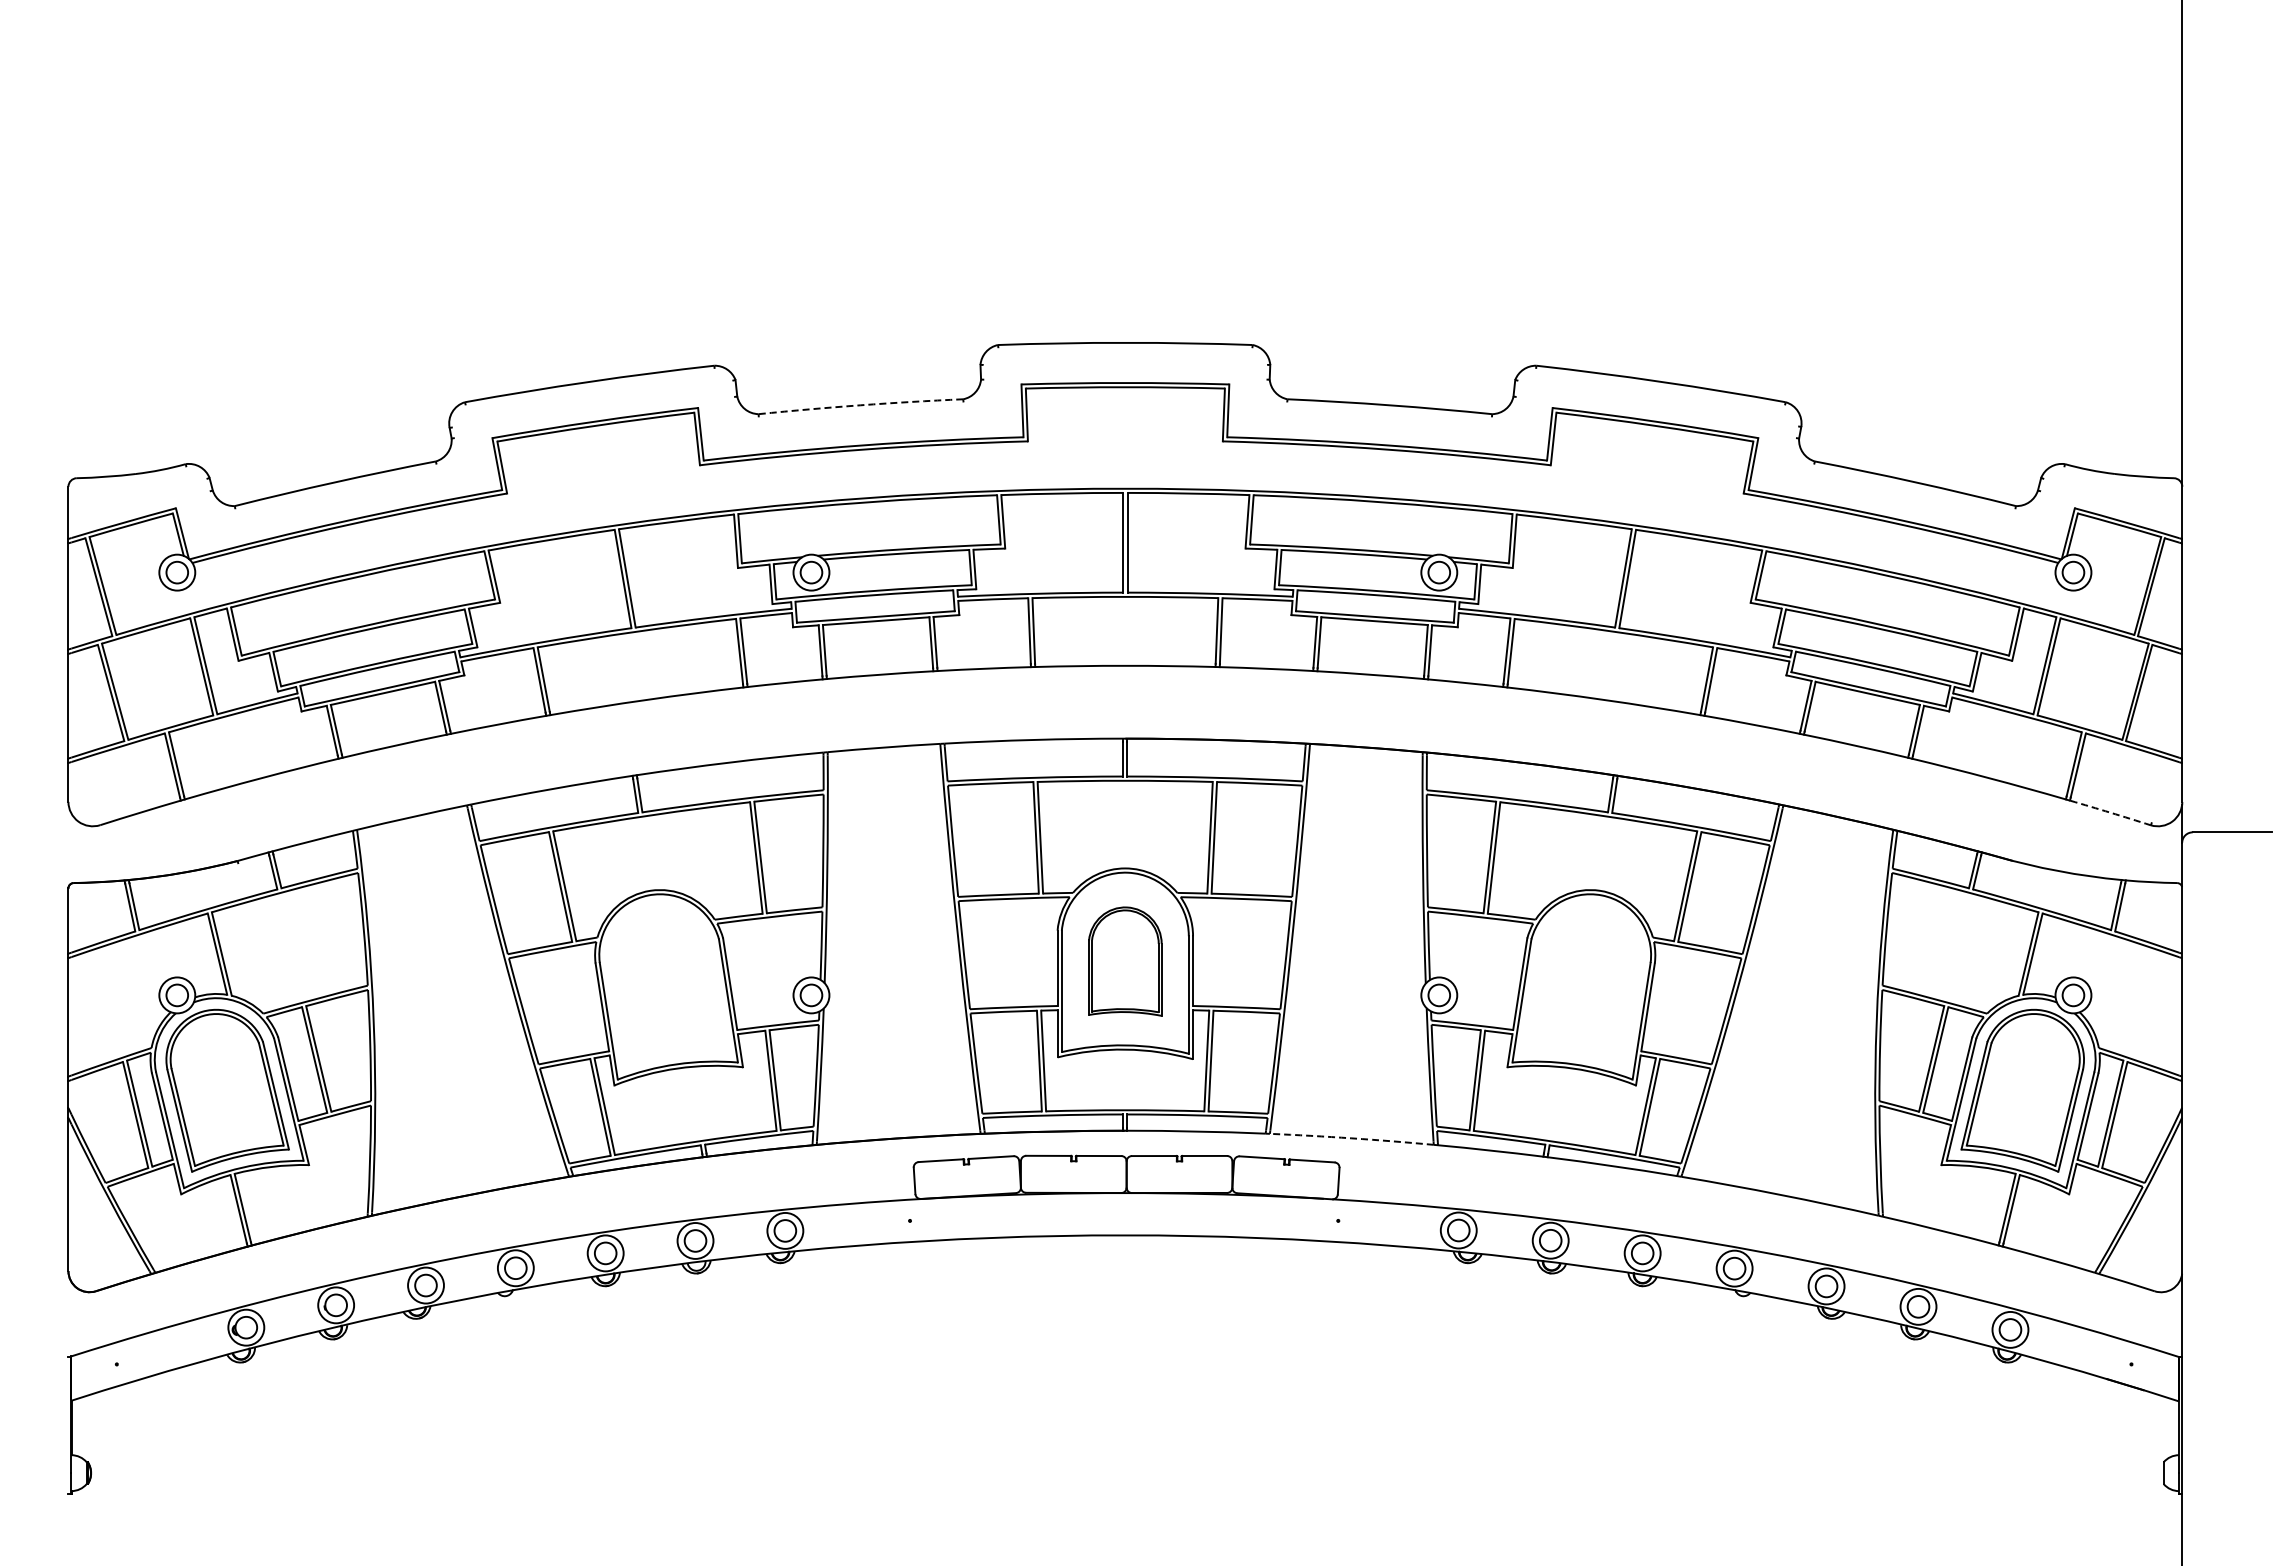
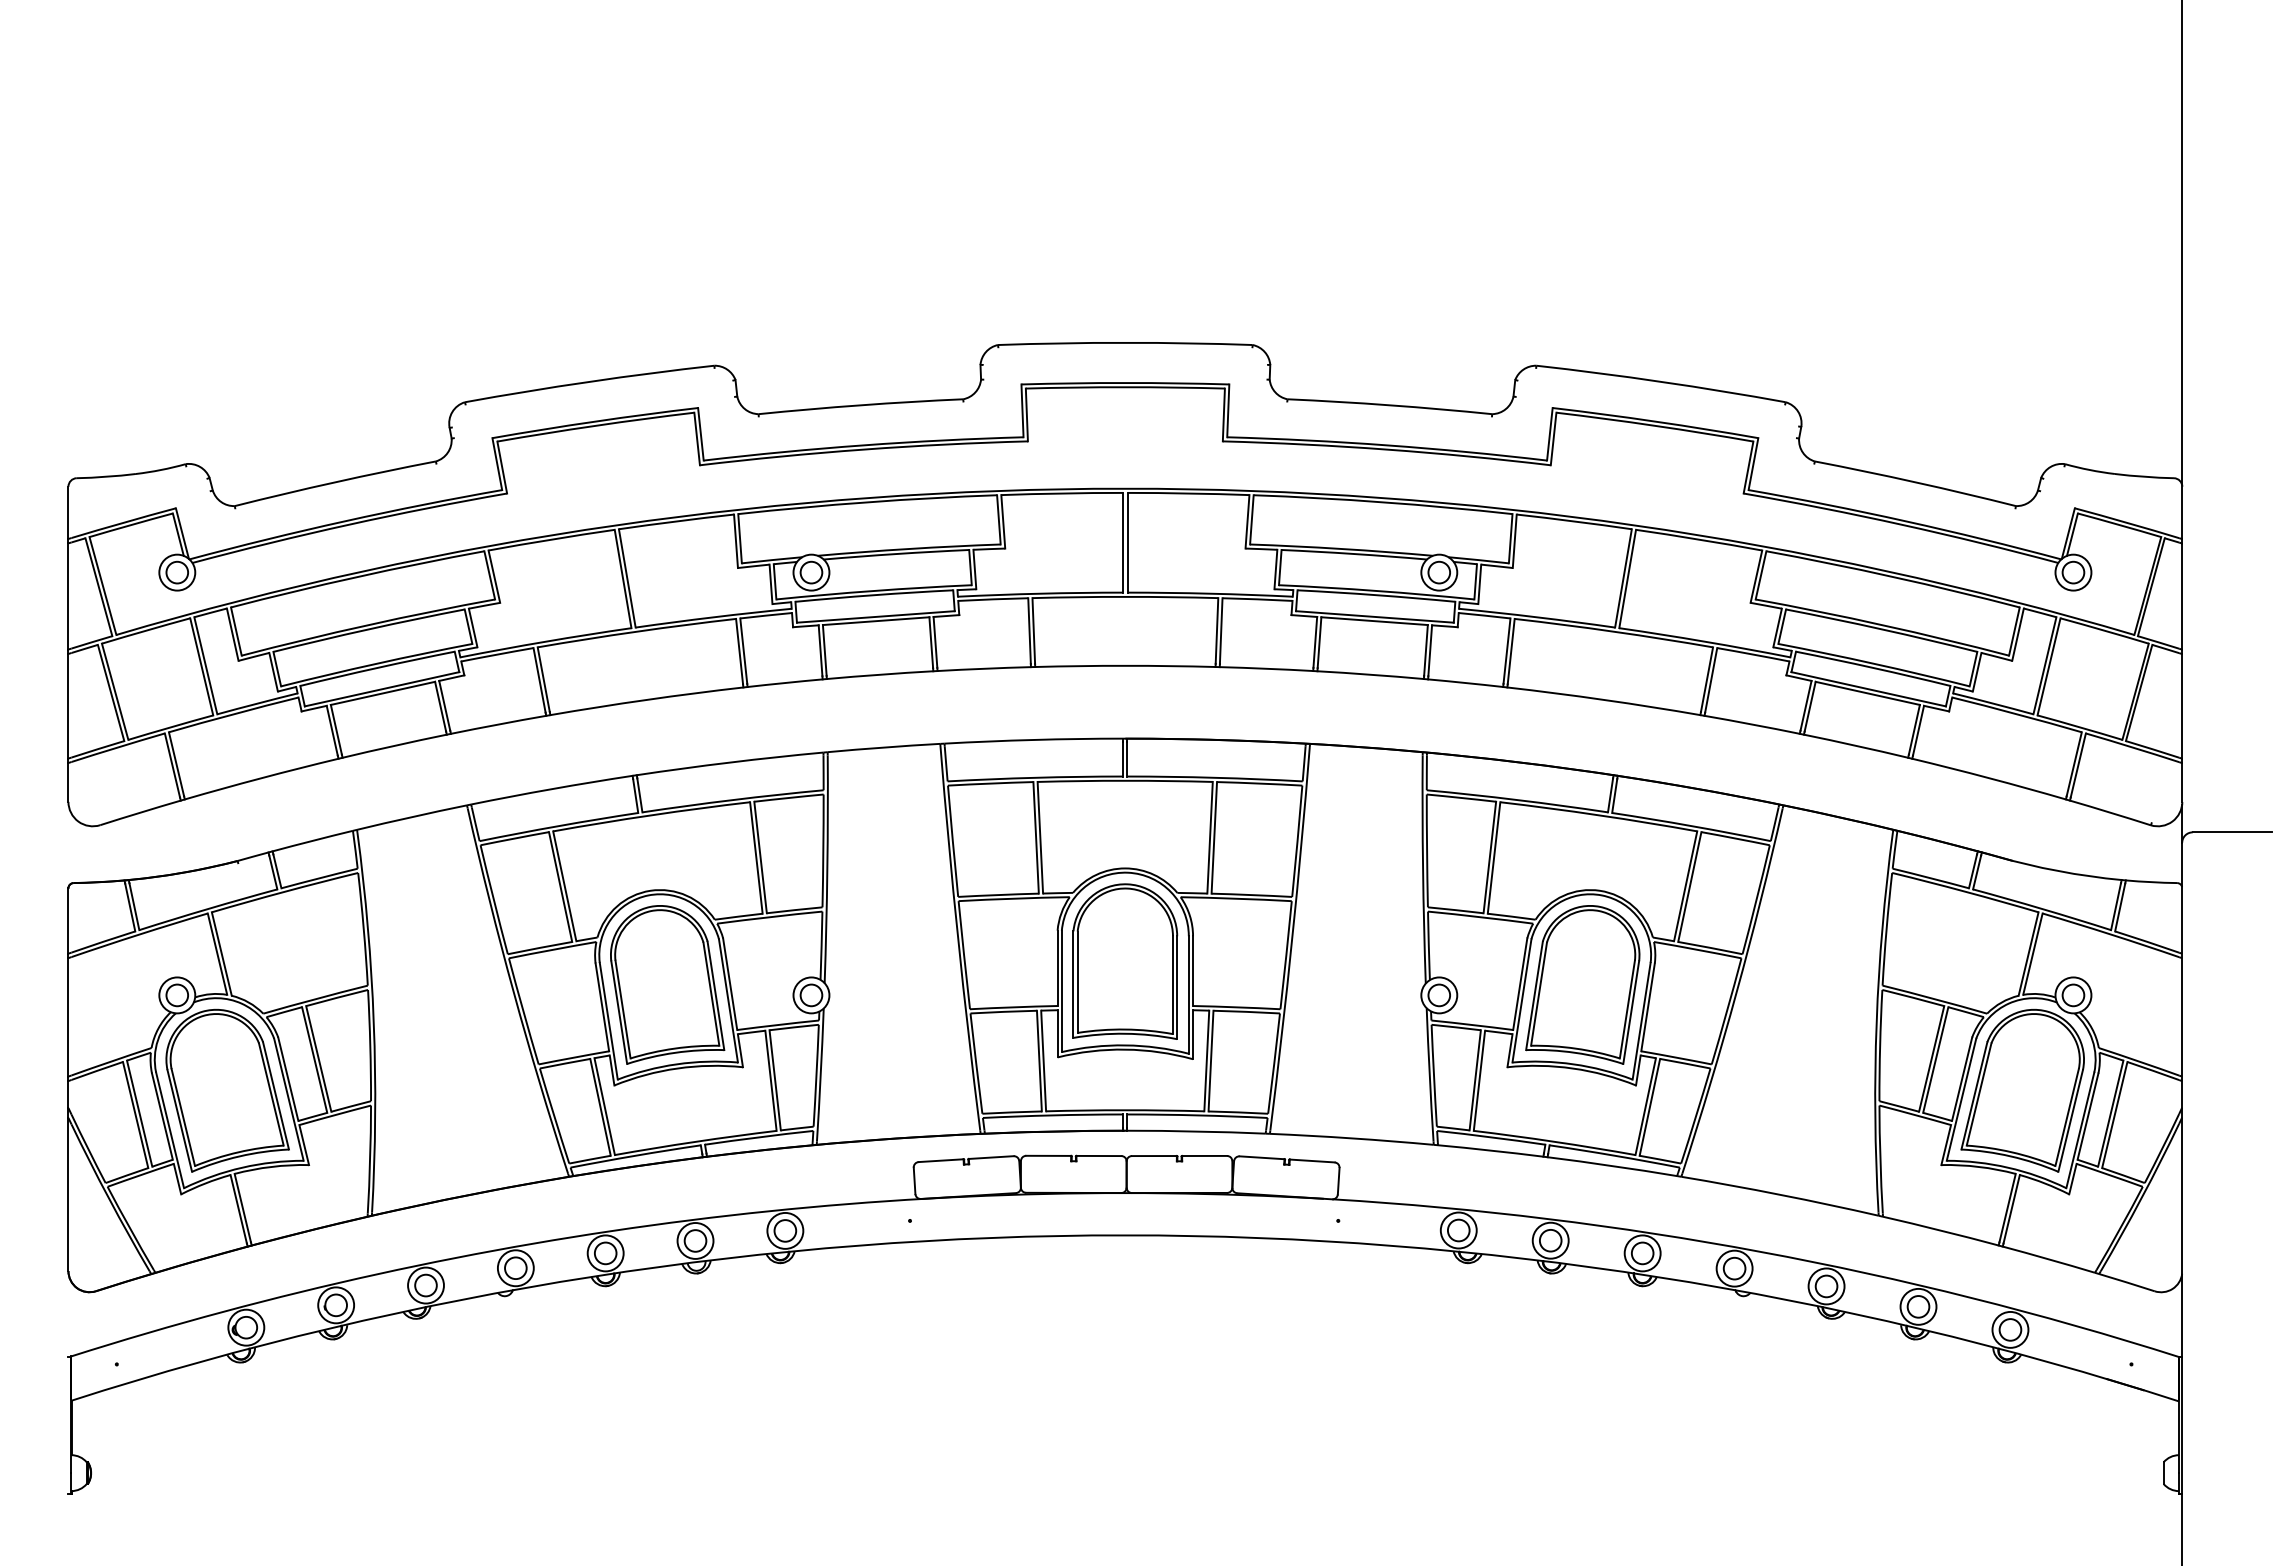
arc at (860, 405): dashed -> solid
arc at (2110, 812): dashed -> solid
part at (1125, 961) size: 75x111 px -> 107x157 px
part at (667, 984): none -> present
part at (1582, 984): none -> present
arc at (1351, 1138): dashed -> solid
